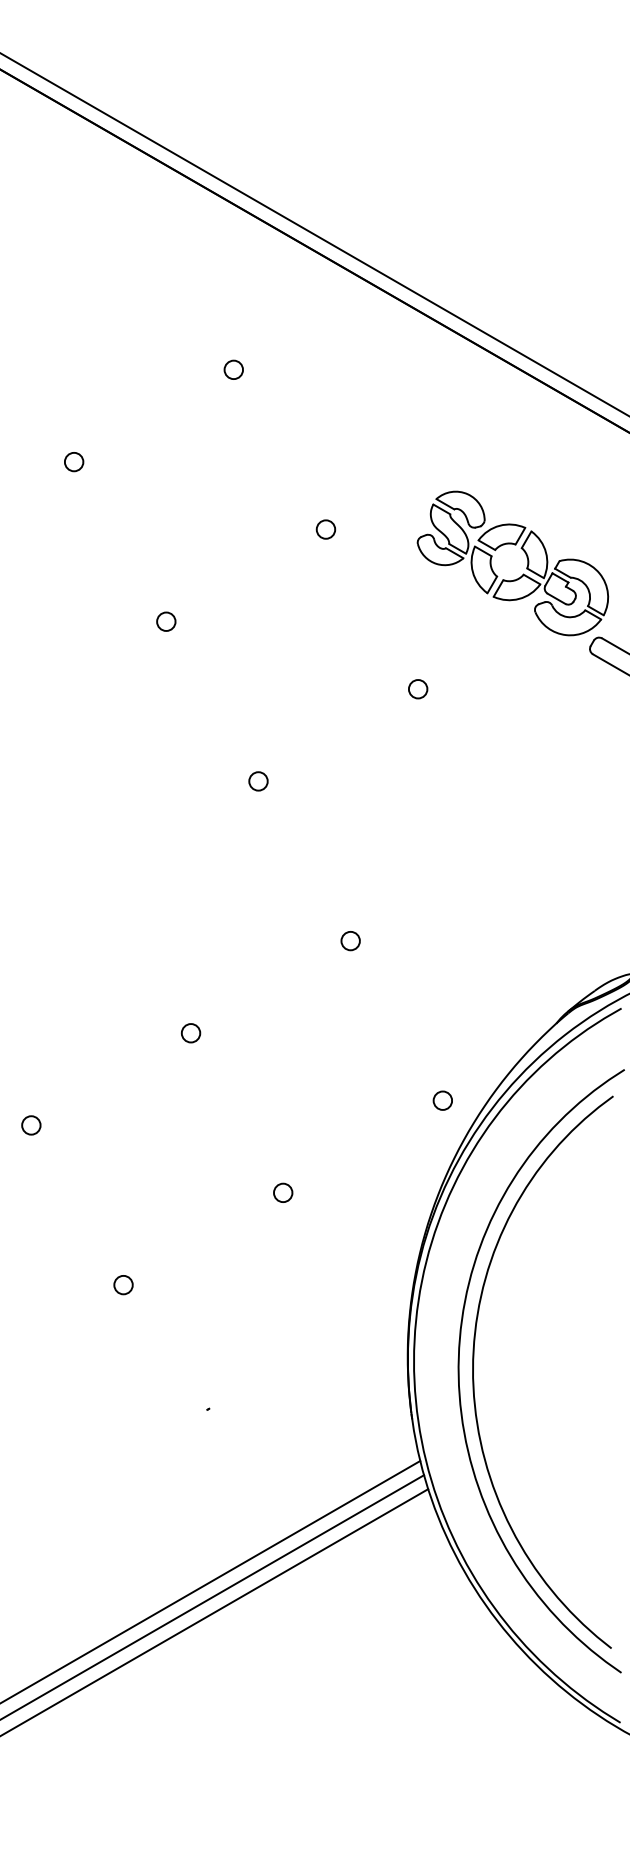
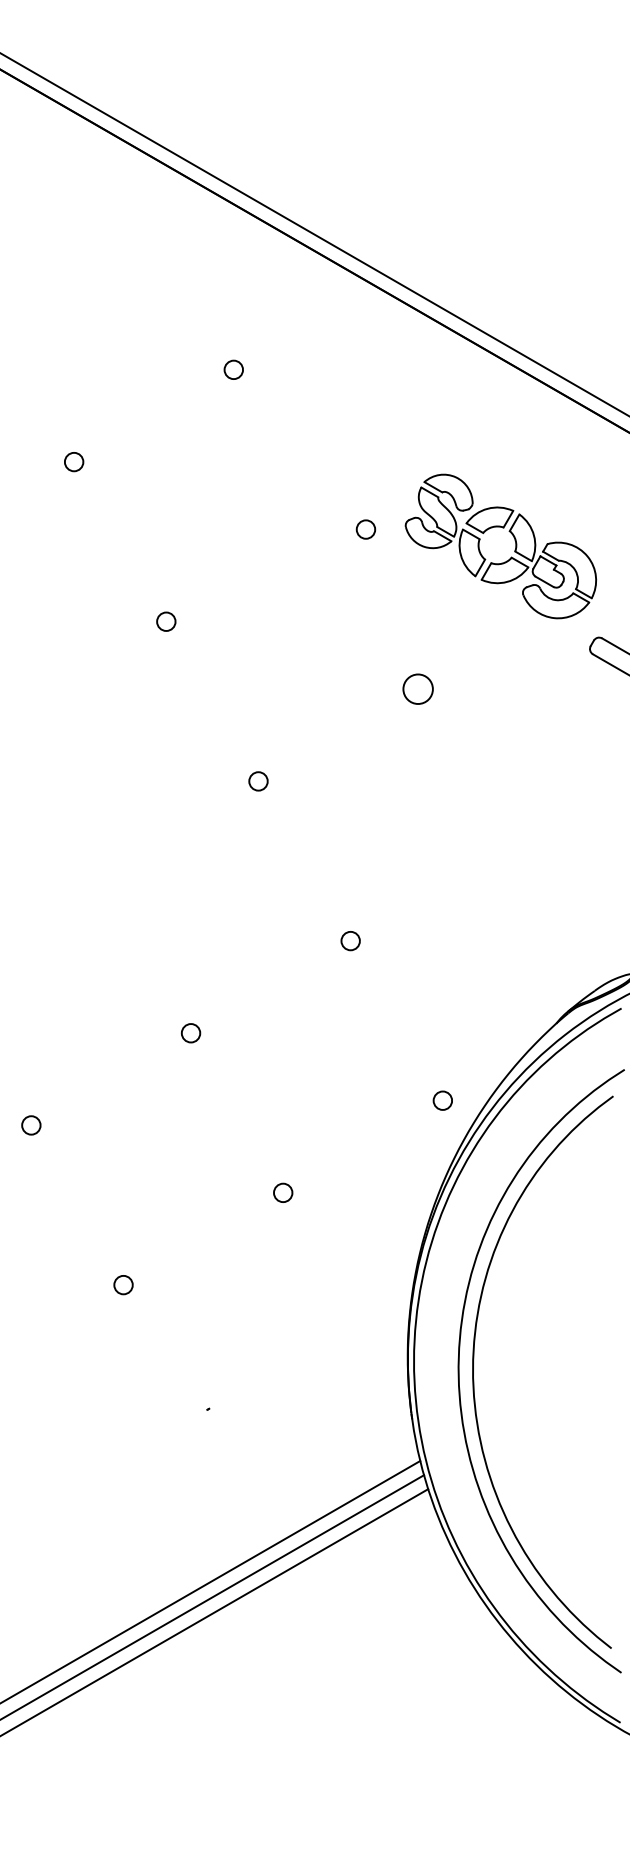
circle at (325, 529) position: (325, 529) -> (365, 529)
part at (526, 567) position: (526, 567) -> (514, 550)
circle at (417, 689) diameter: 18 px -> 29 px
